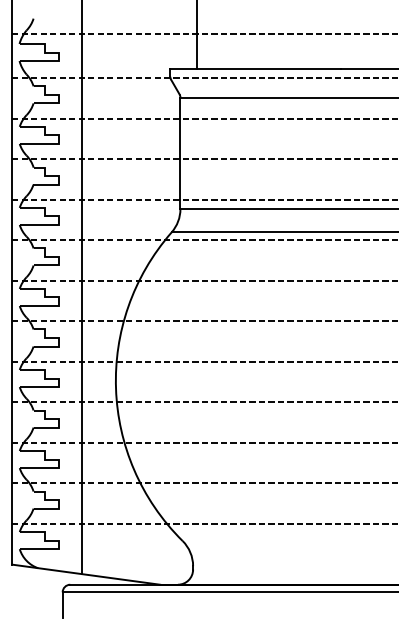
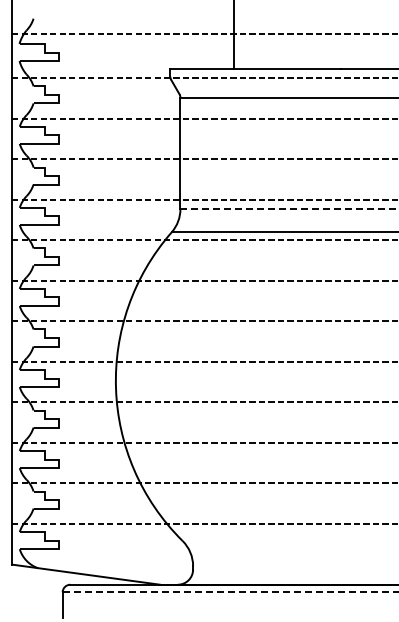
line at (196, 35) position: (196, 35) -> (233, 35)
line at (290, 209): solid -> dashed
line at (82, 288): present -> none
line at (230, 592): solid -> dashed
